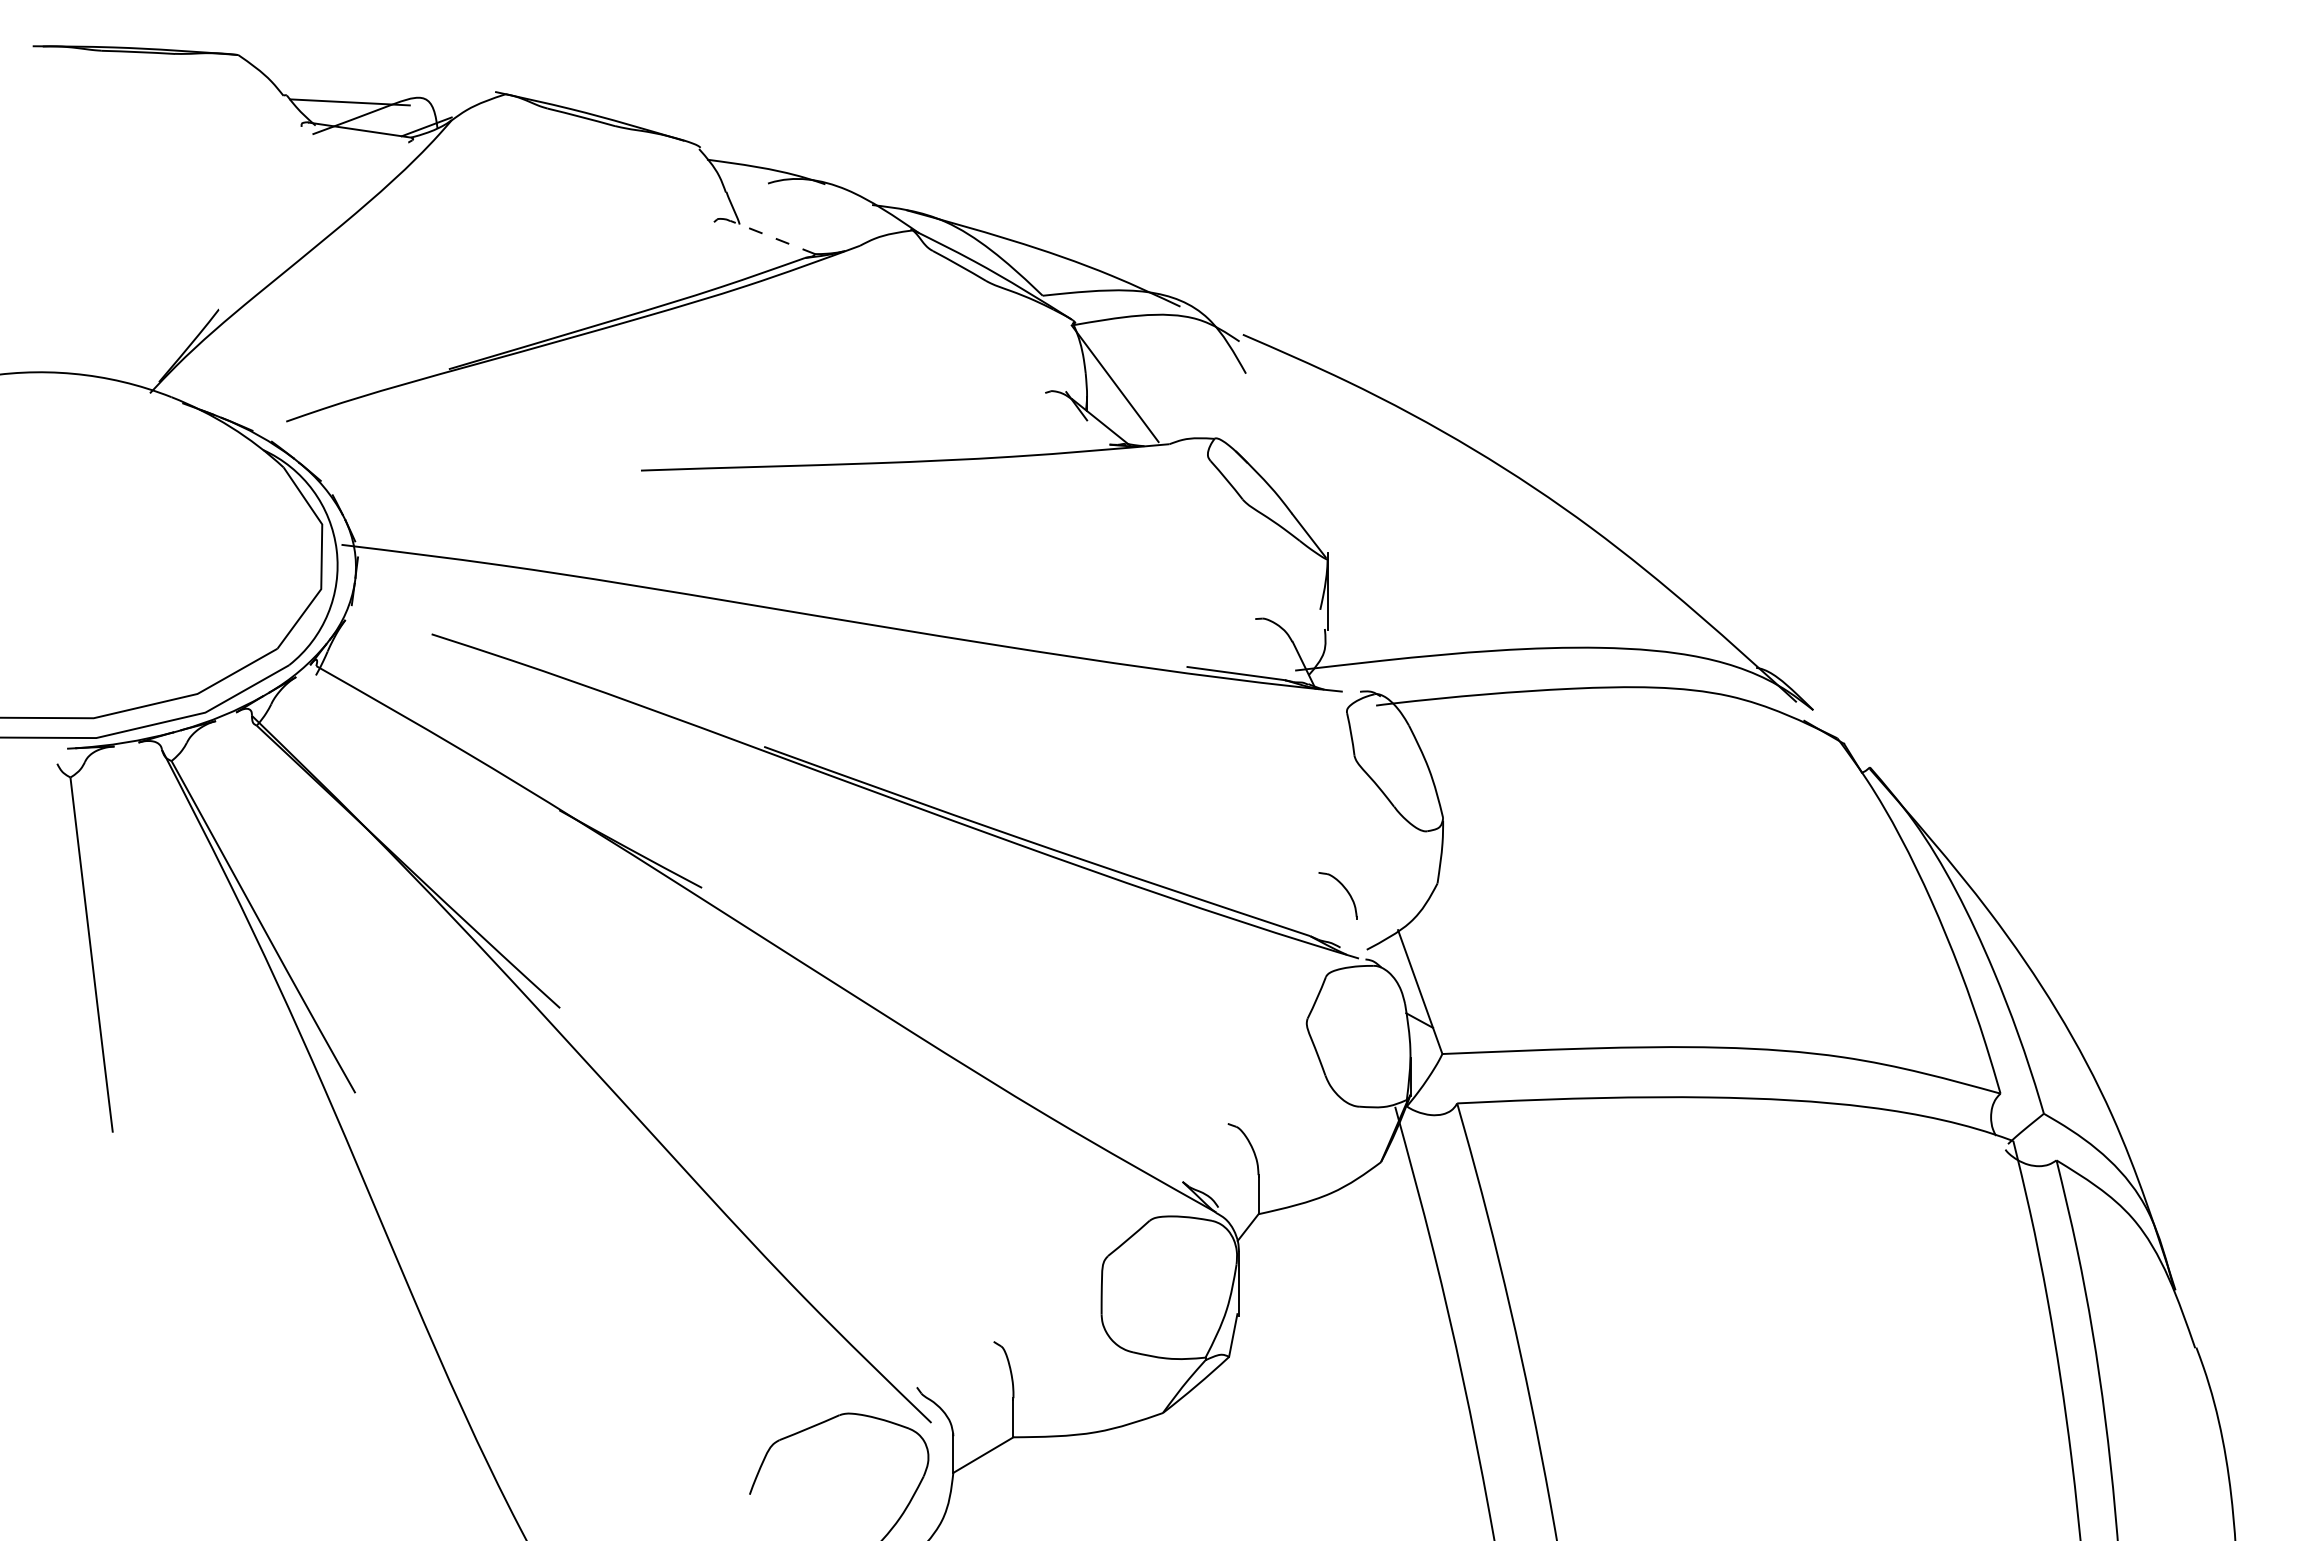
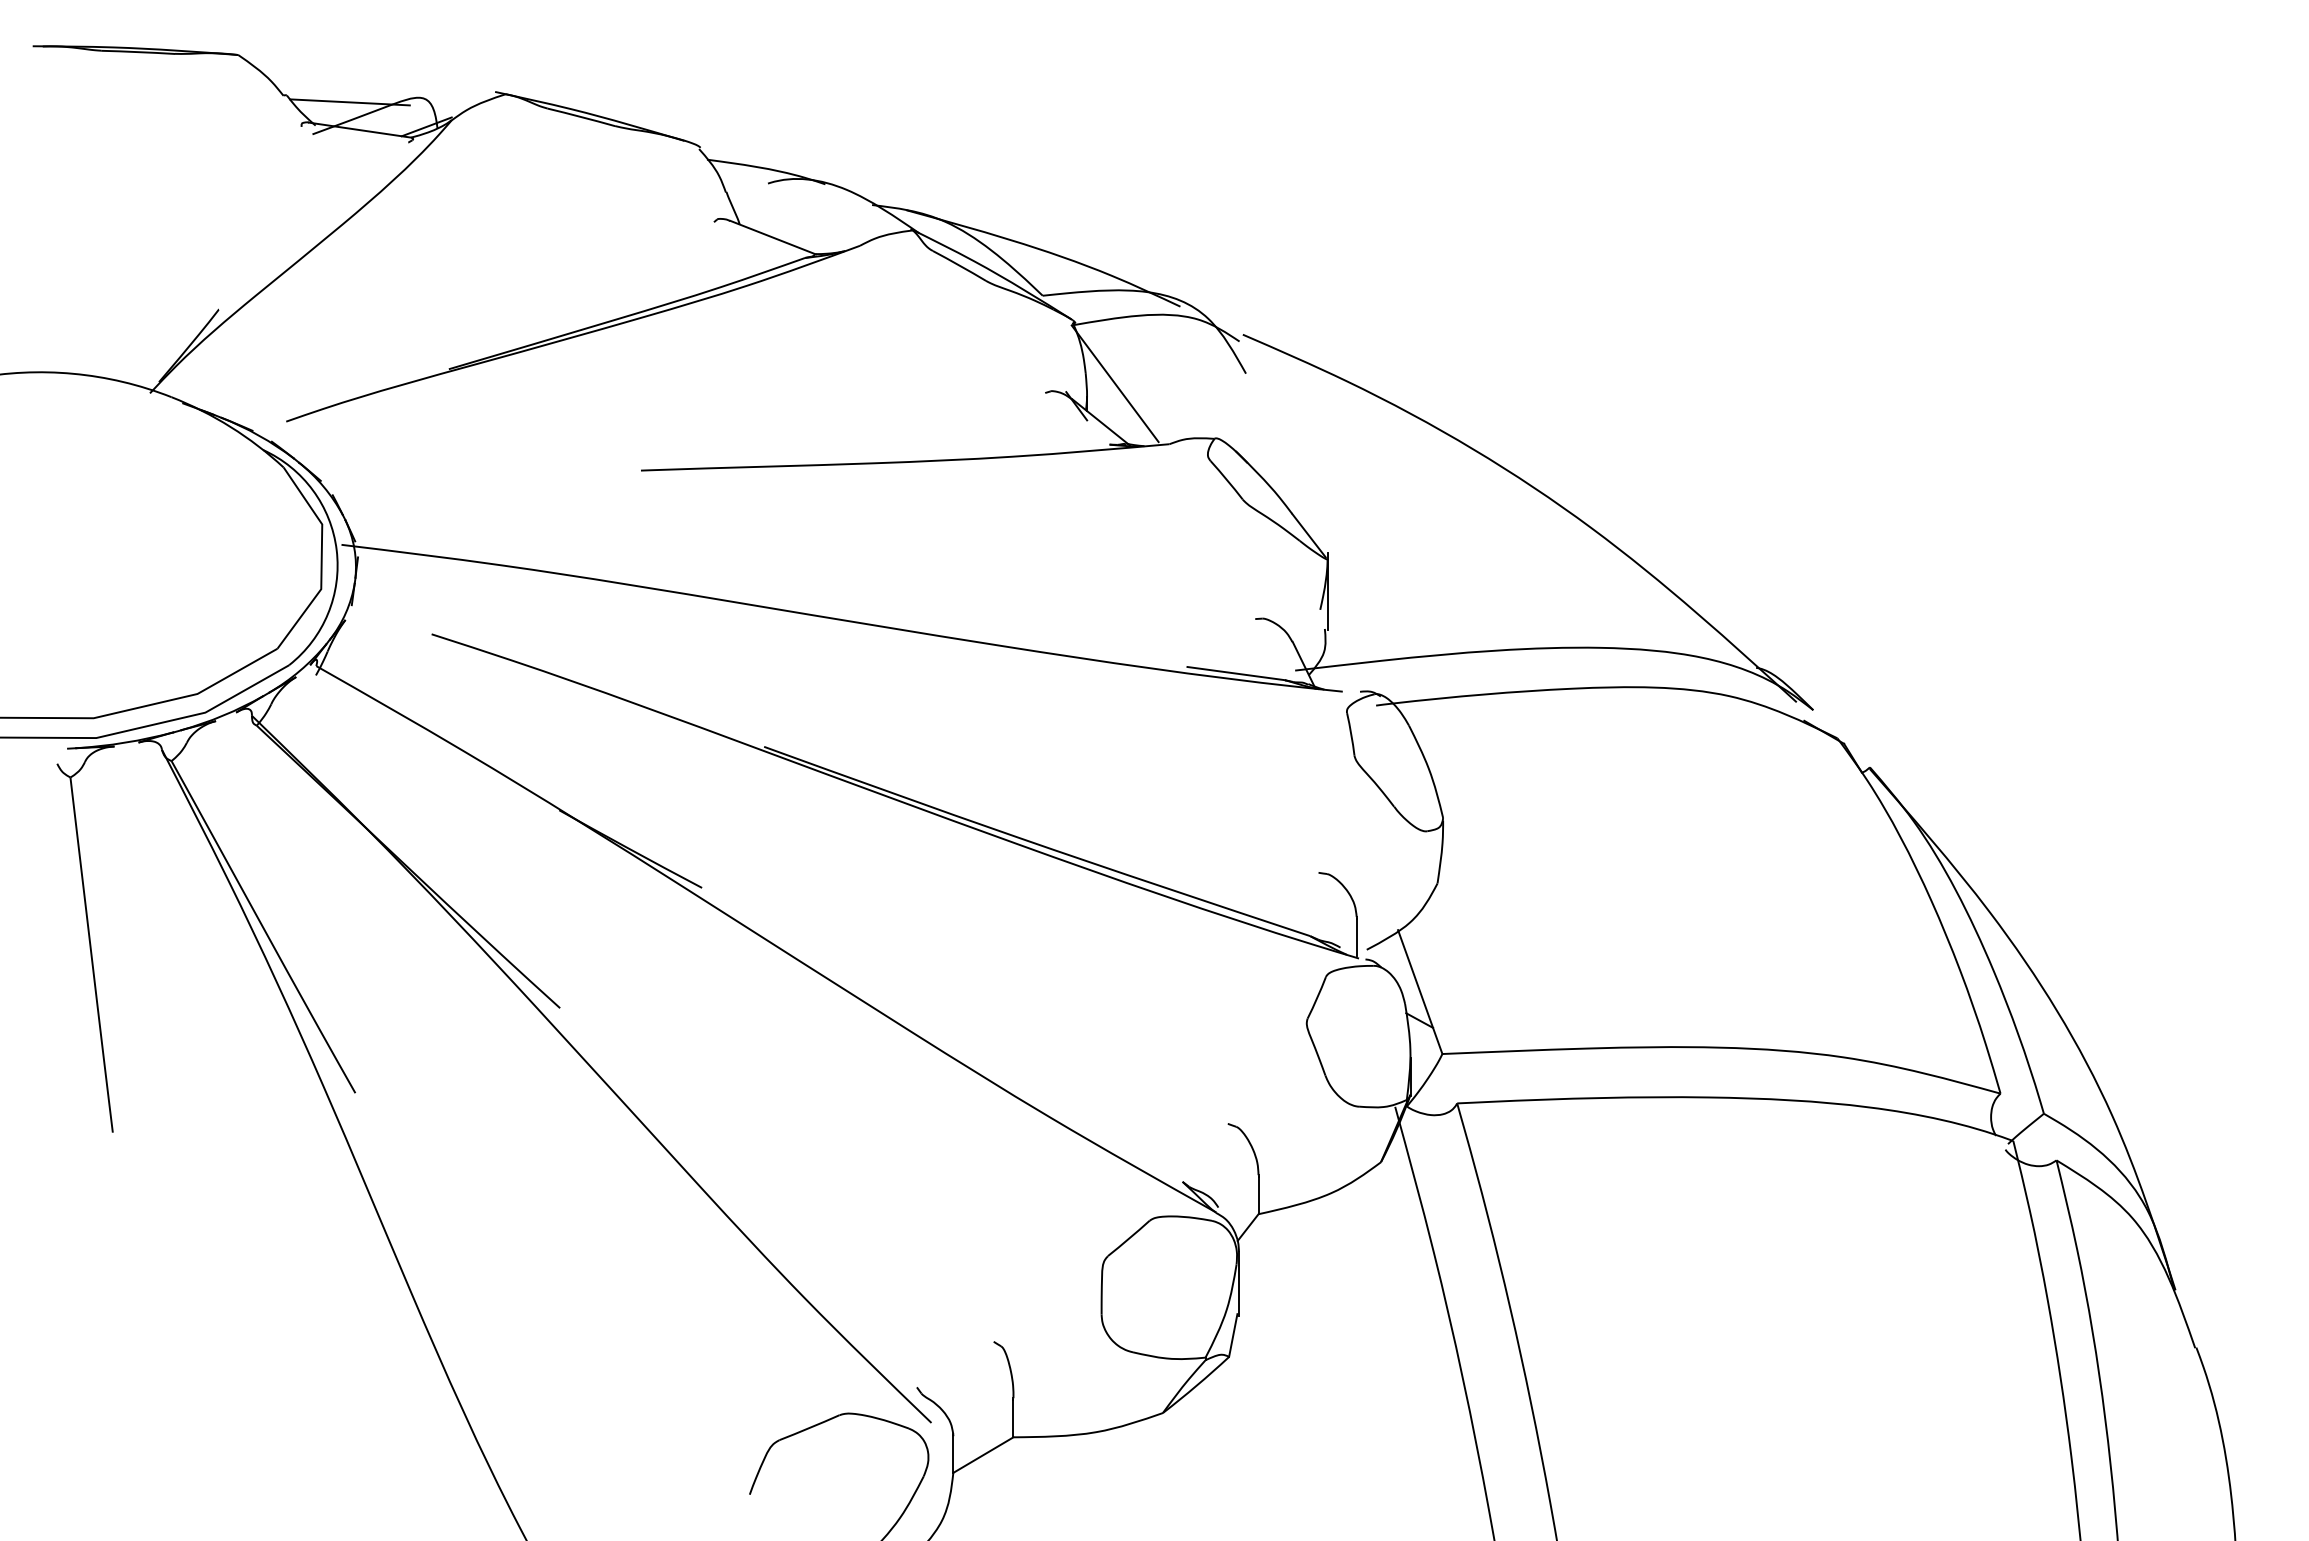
line at (772, 237): dashed -> solid
line at (1356, 937): none -> present
